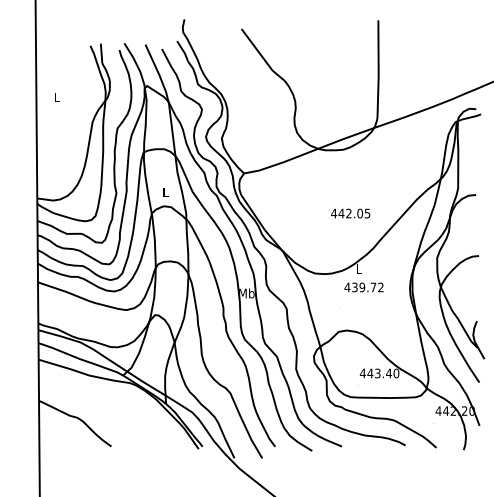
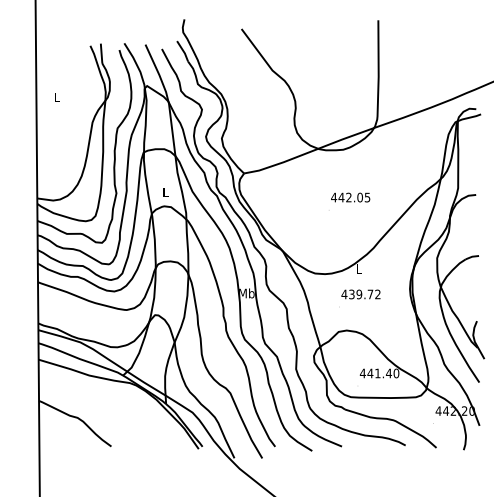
text at (350, 213) position: (350, 213) -> (350, 197)
text at (363, 287) position: (363, 287) -> (360, 294)
text at (377, 373): 443.40 -> 441.40
